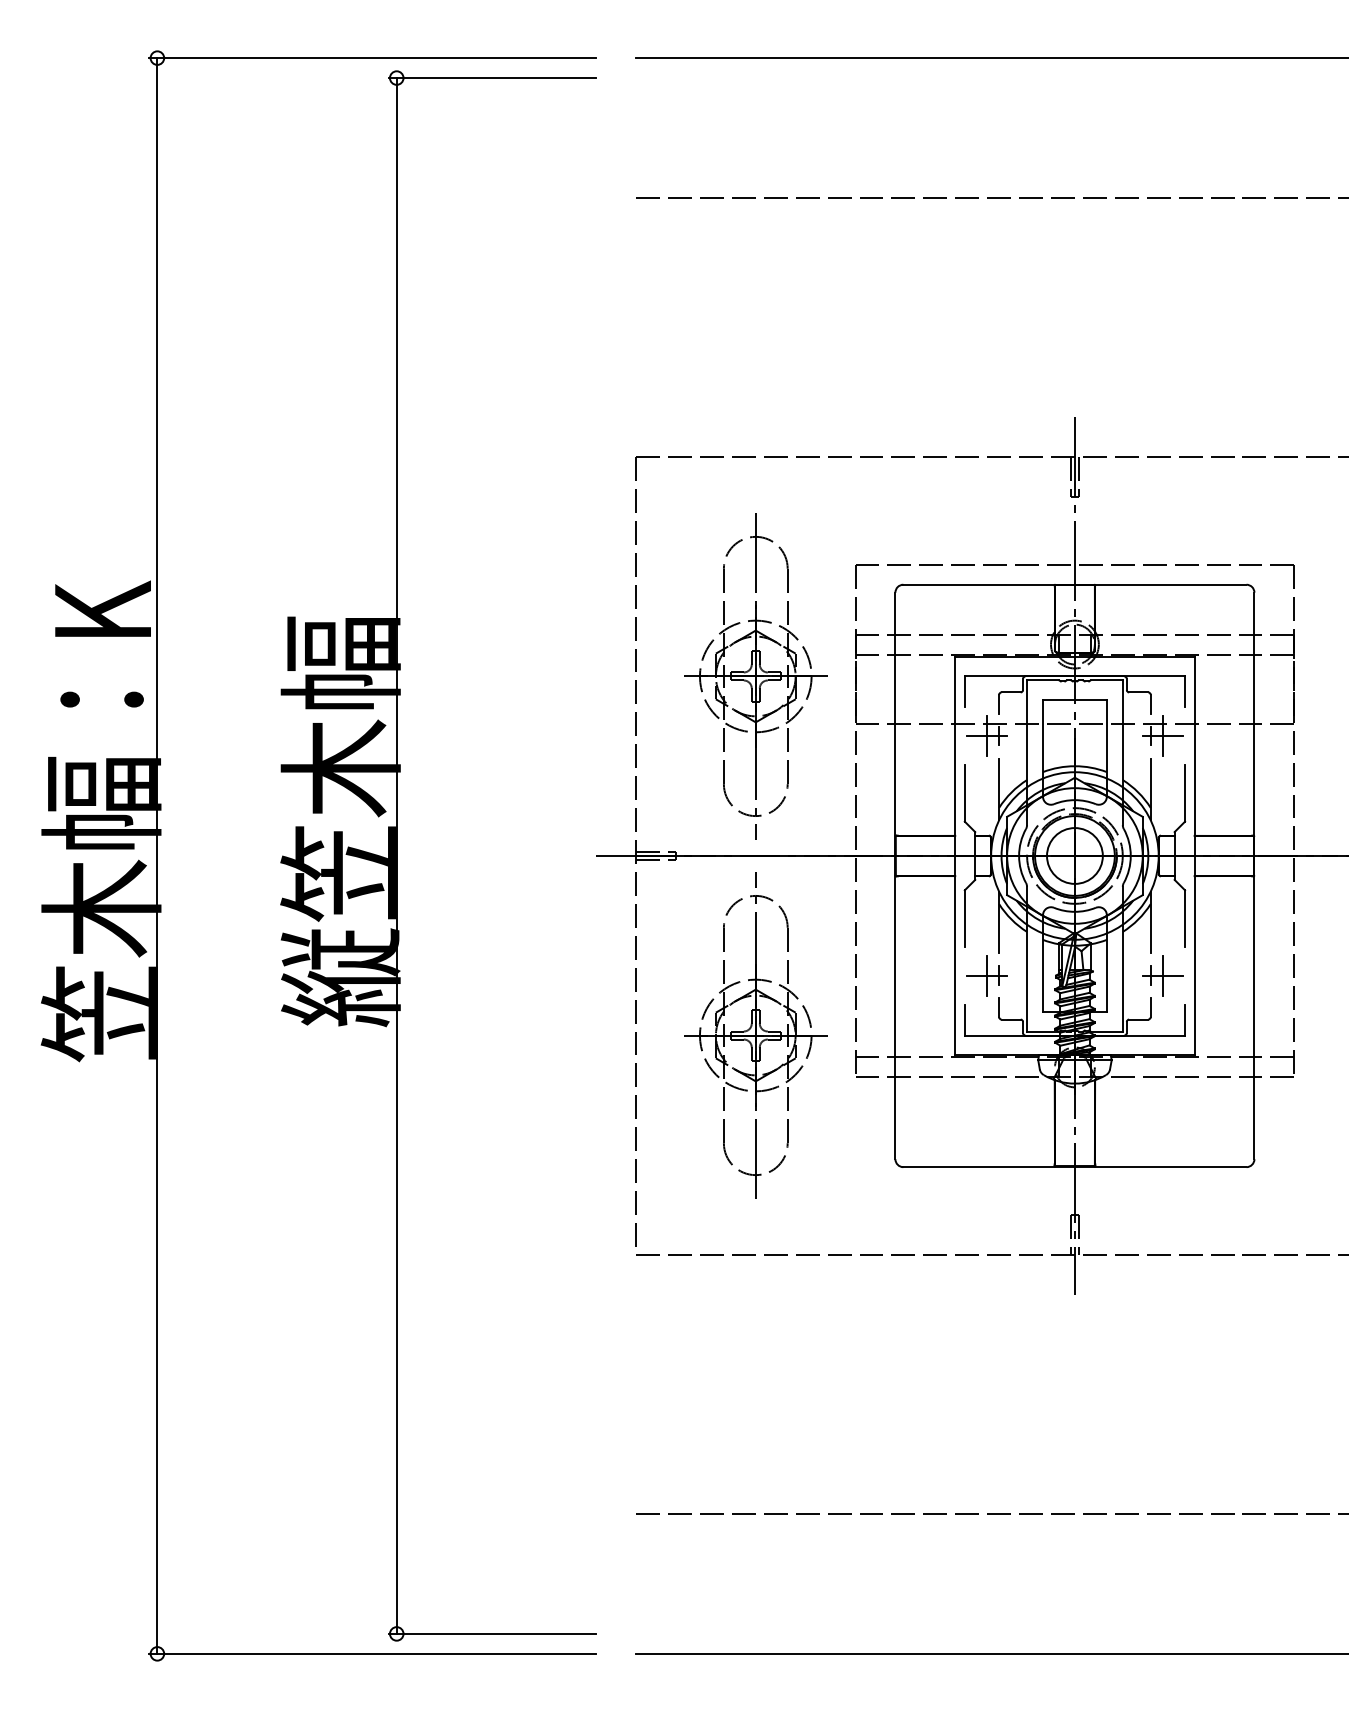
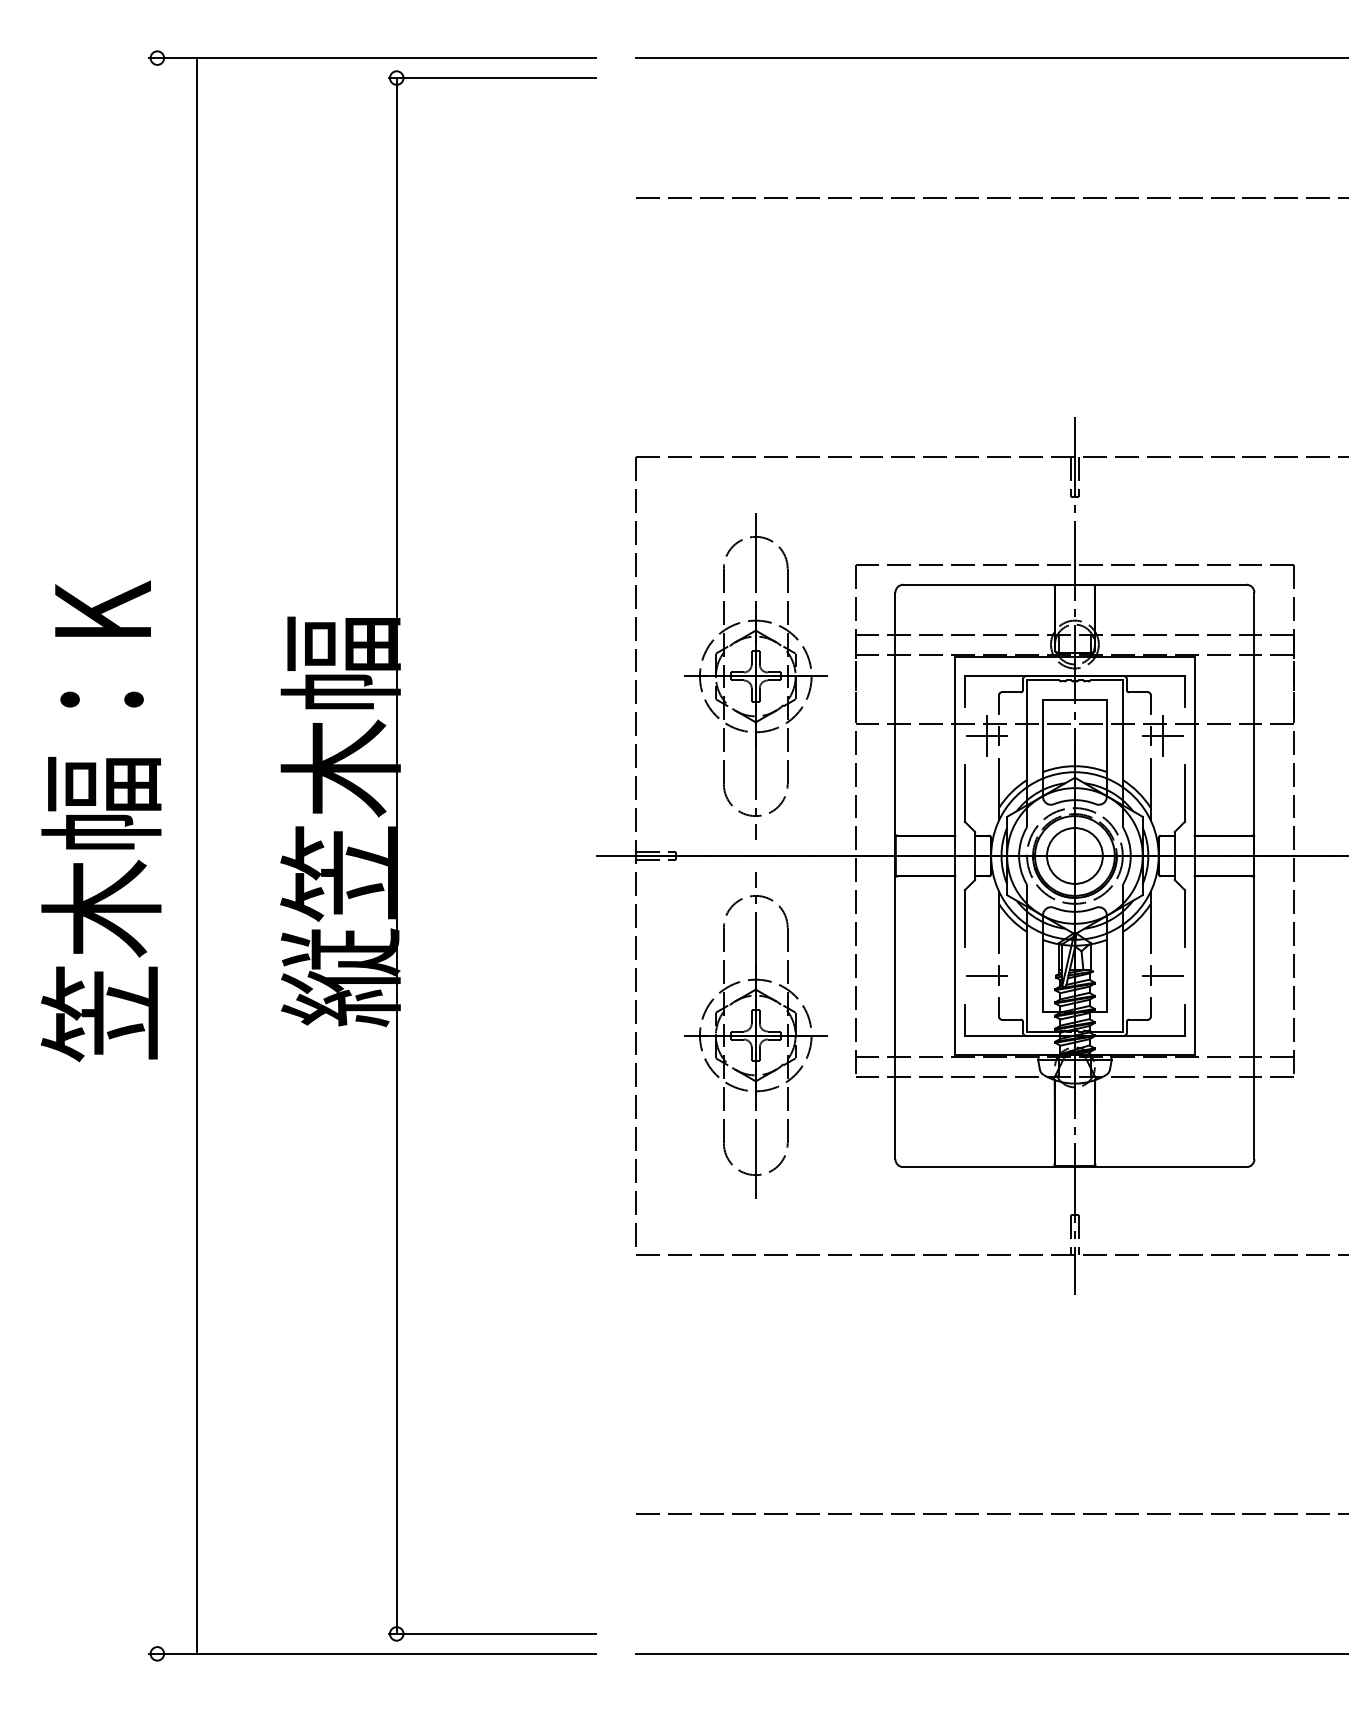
line at (157, 855) position: (157, 855) -> (197, 855)
line at (987, 975): present -> none
line at (1162, 975): present -> none
